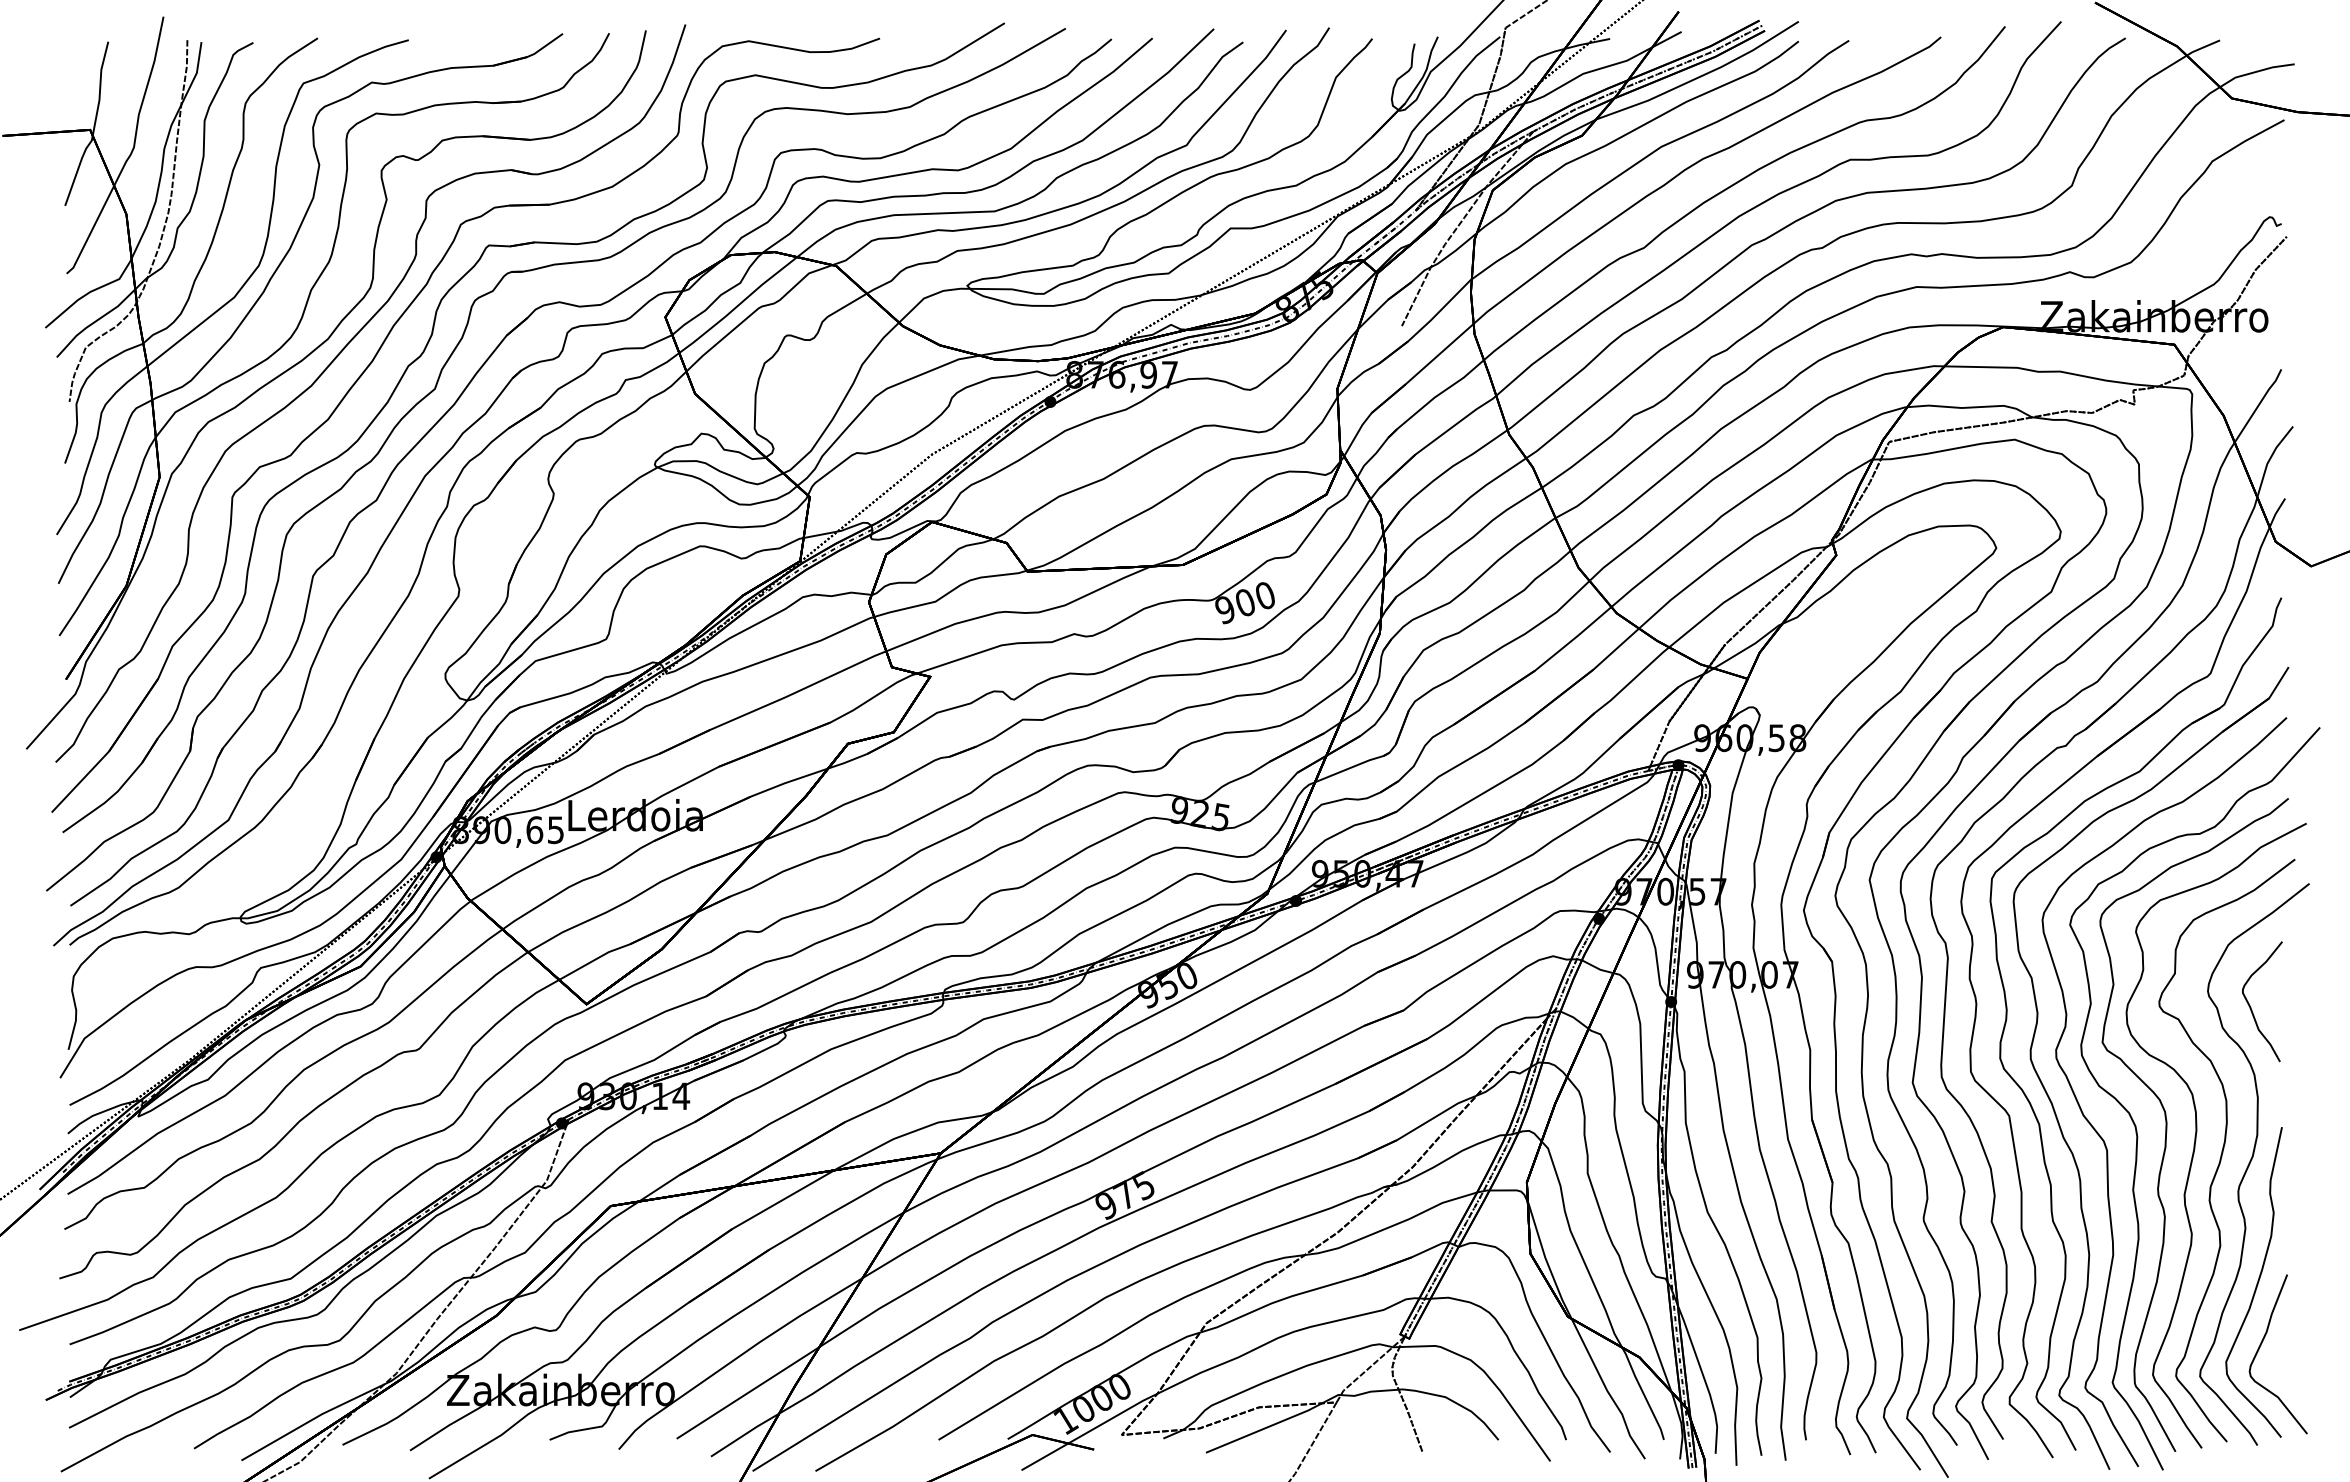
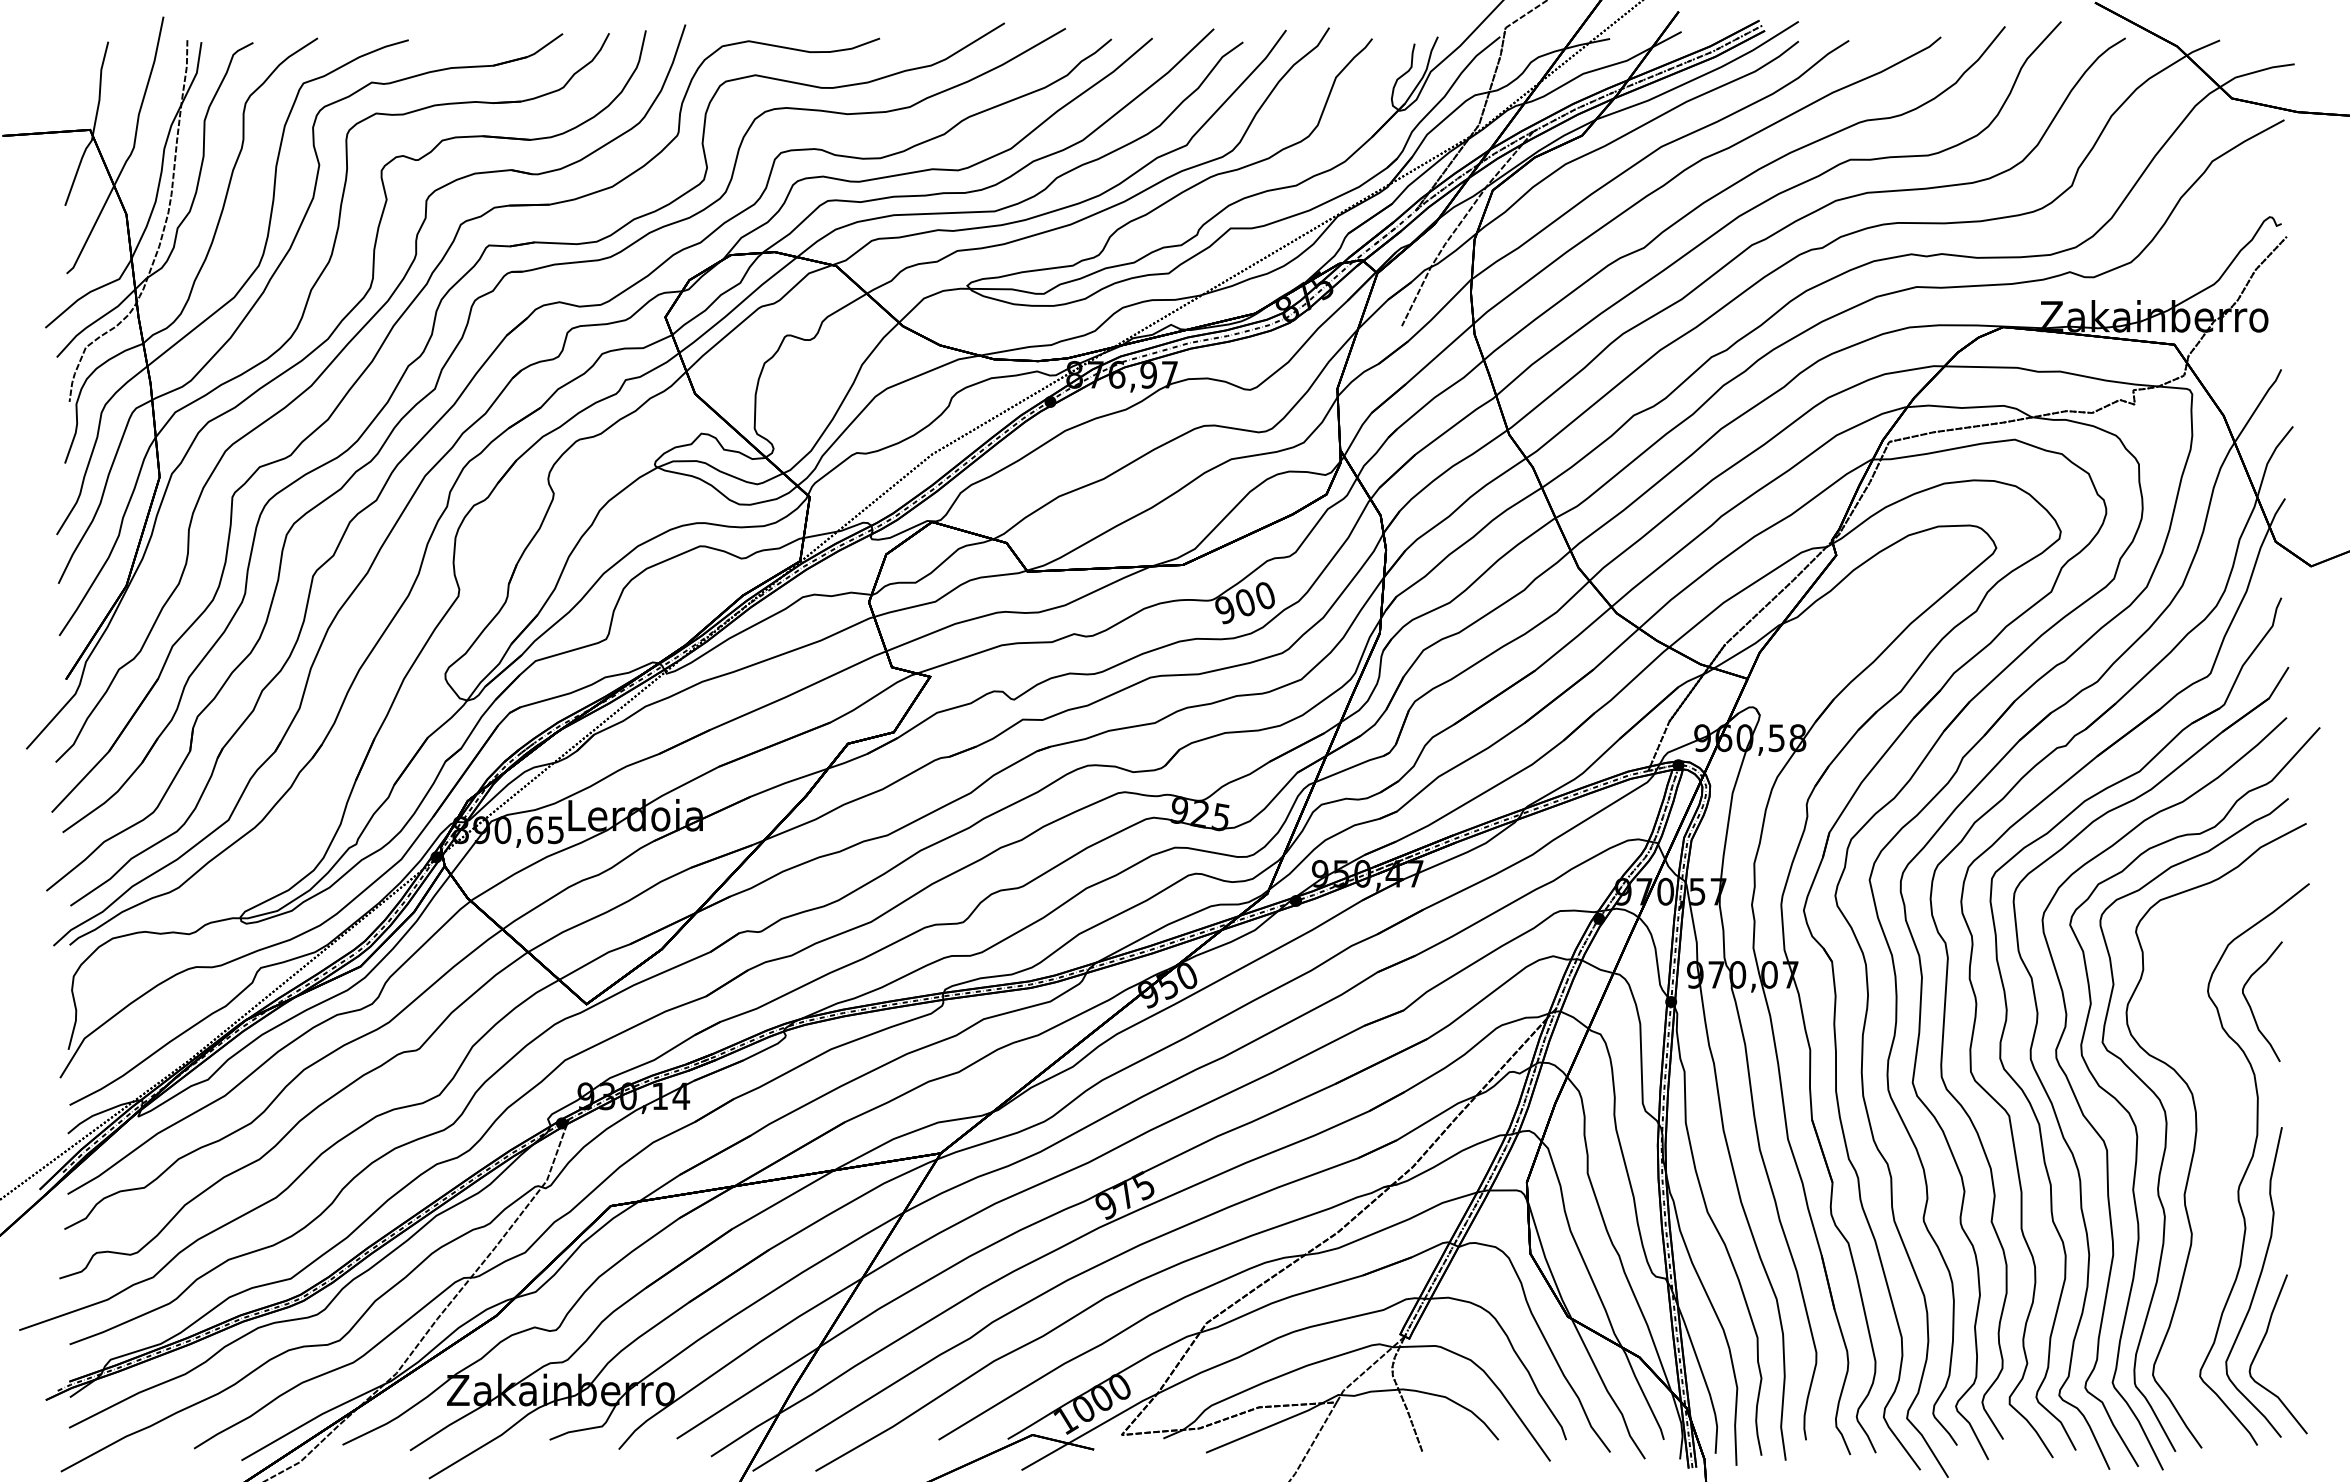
curve at (2224, 1148): present -> none
